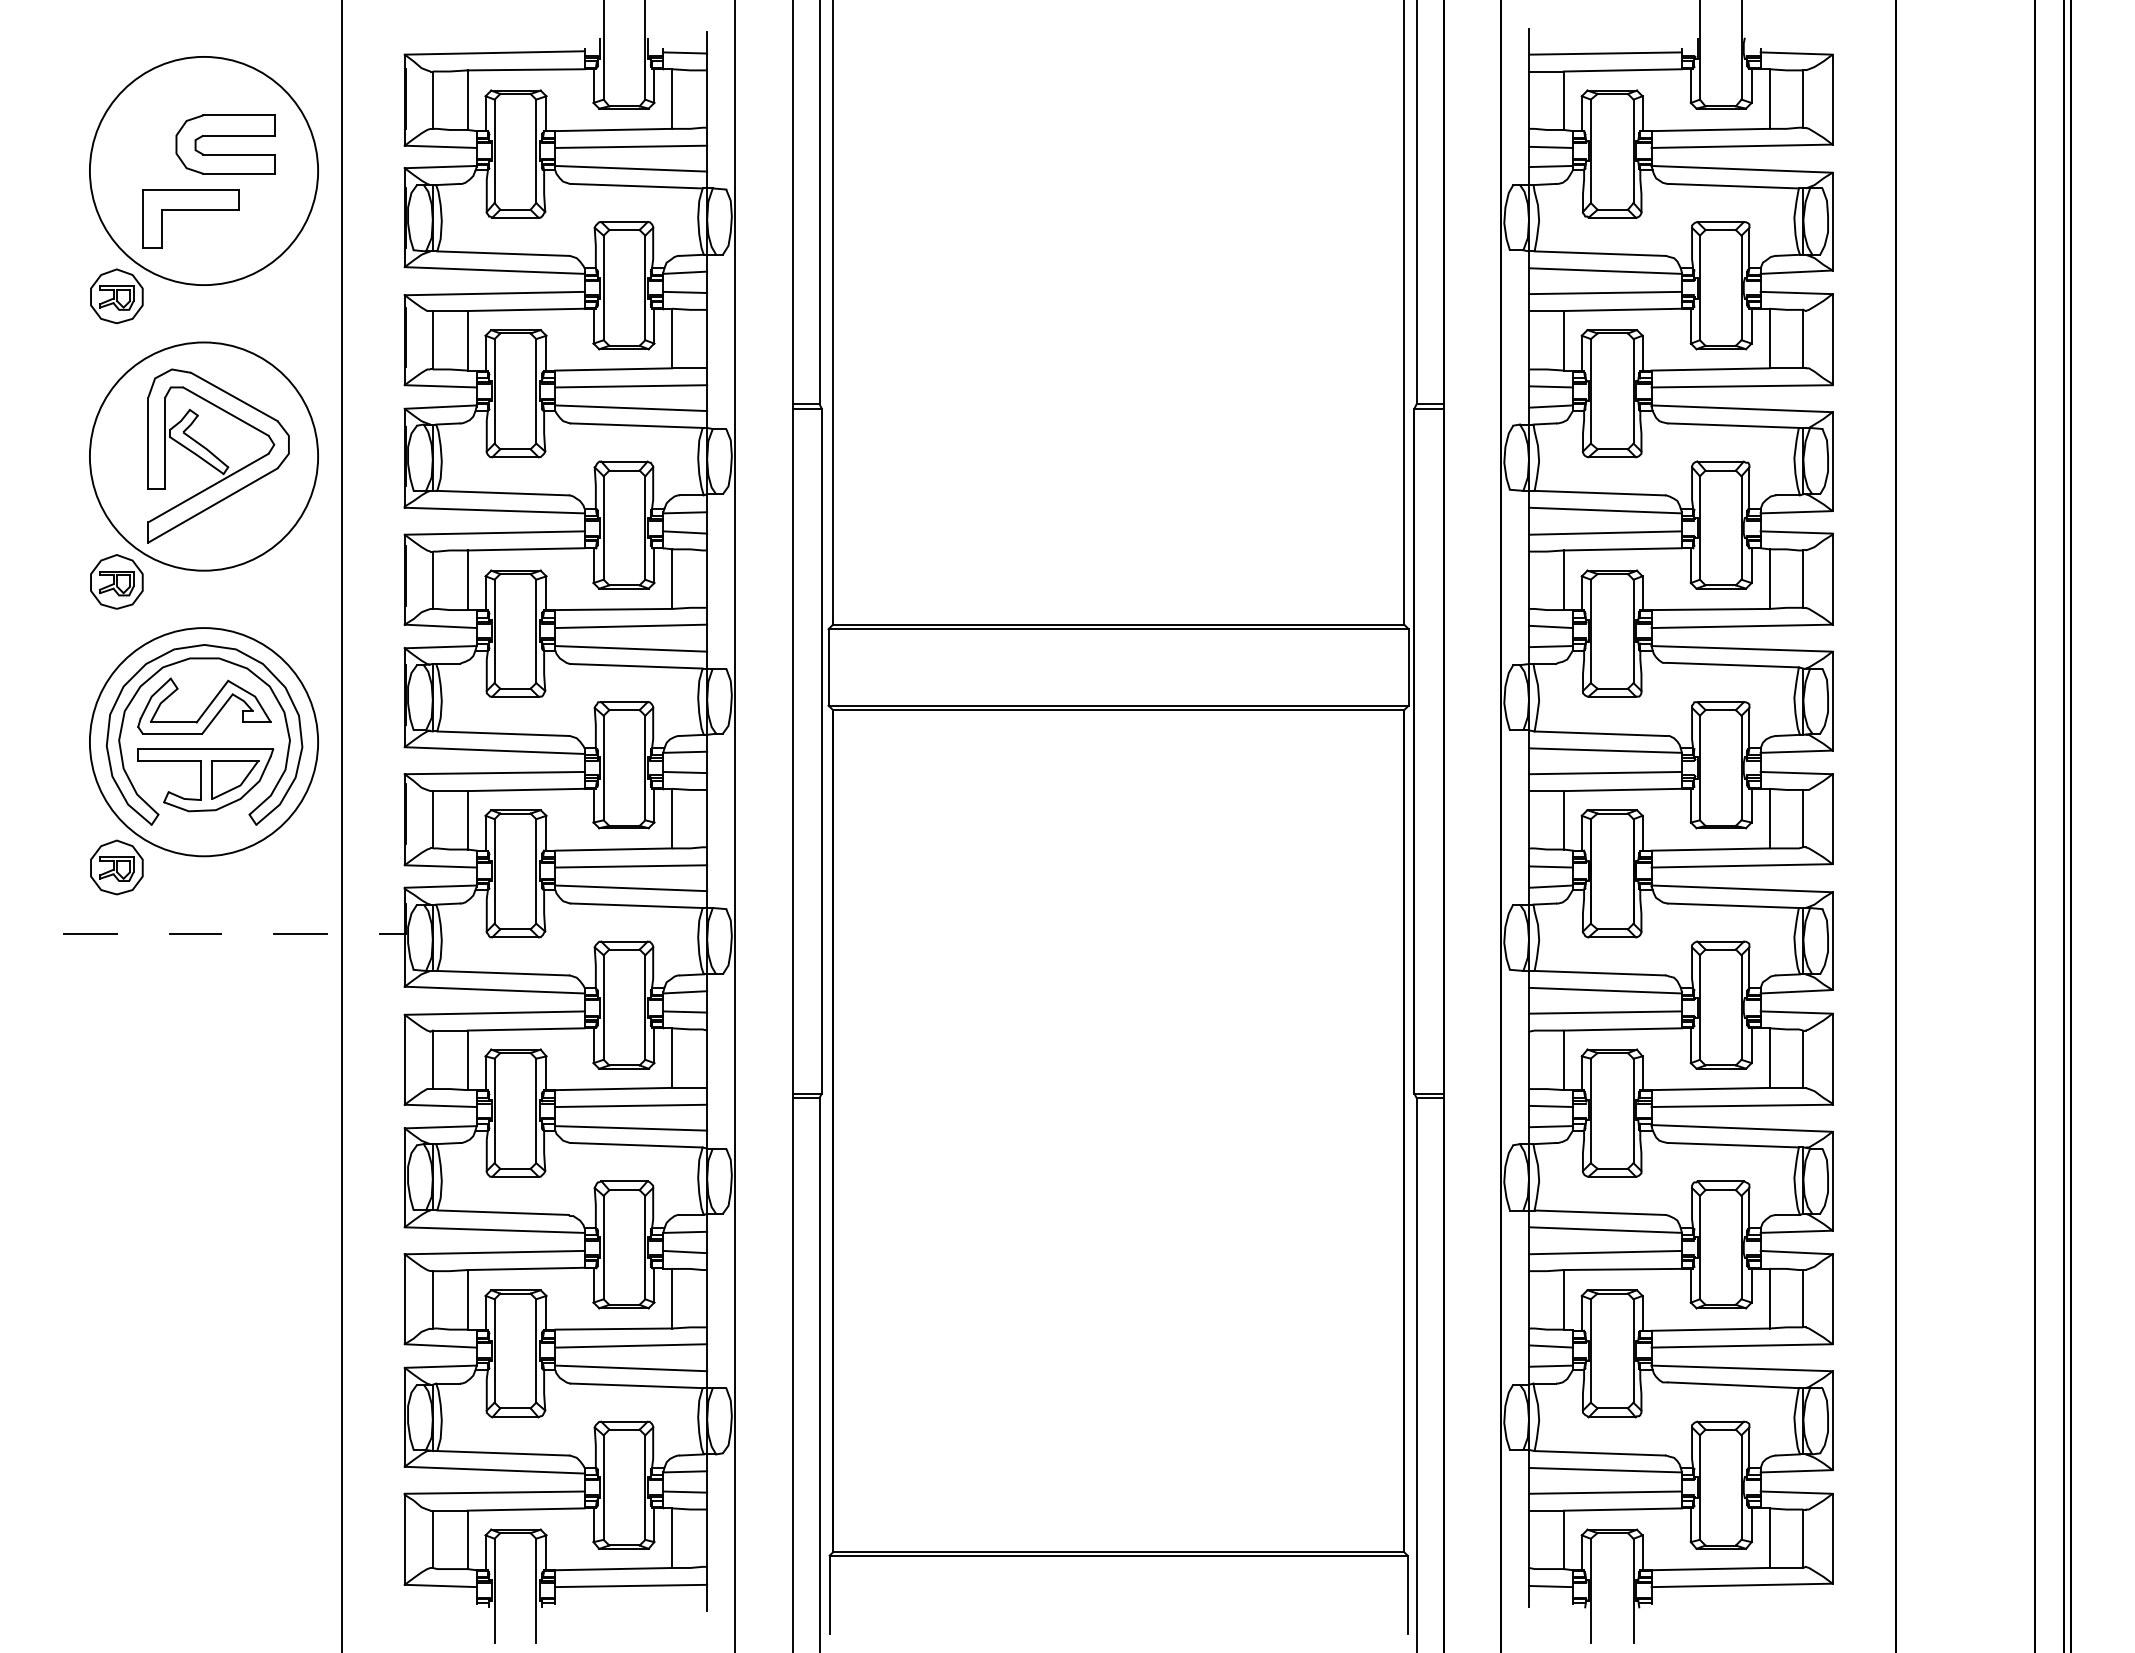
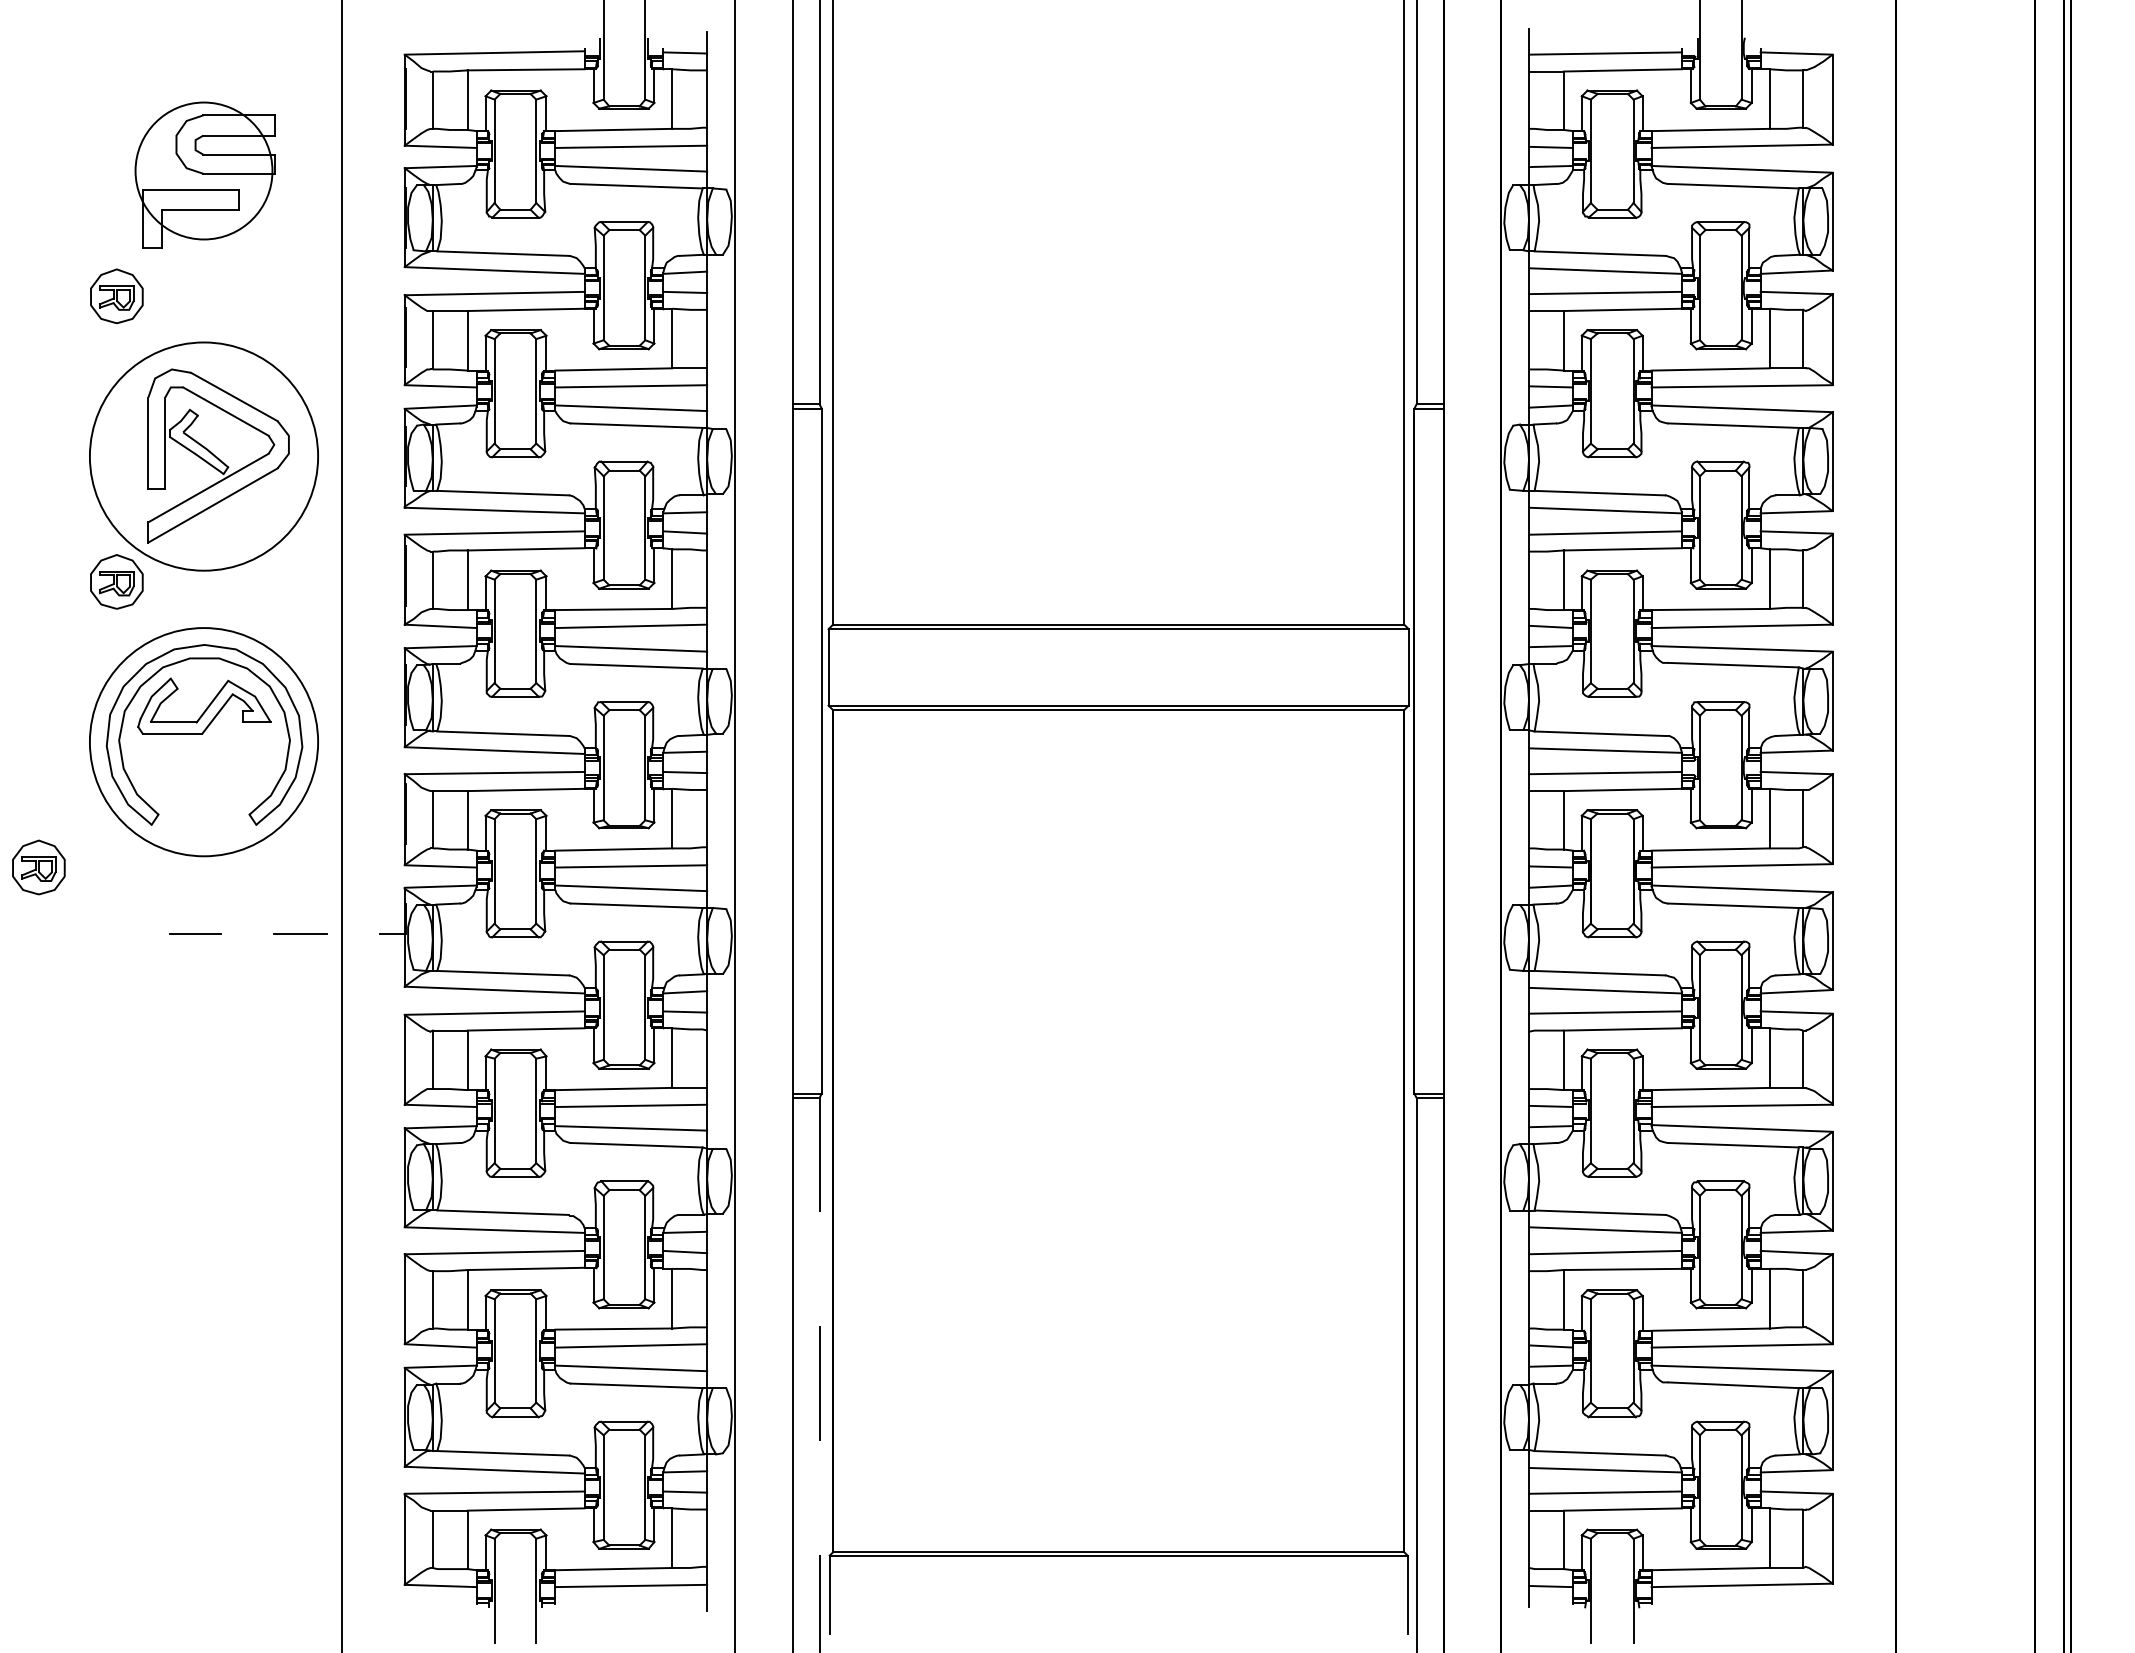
circle at (203, 170) diameter: 228 px -> 137 px
part at (205, 780): present -> none
part at (116, 867) position: (116, 867) -> (38, 867)
line at (90, 933): present -> none
line at (819, 1375): solid -> dashed
